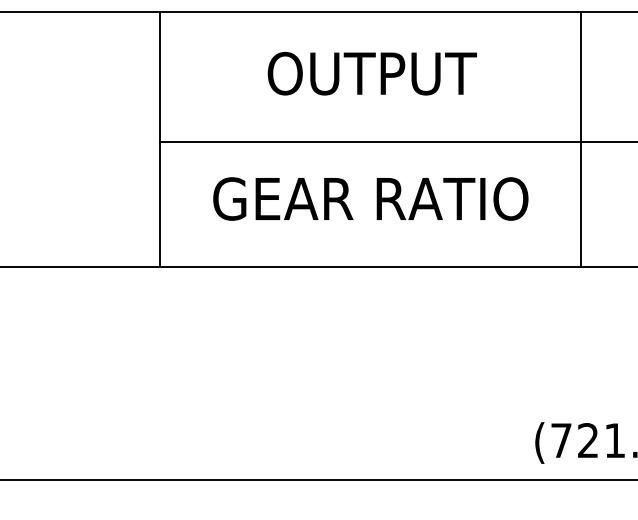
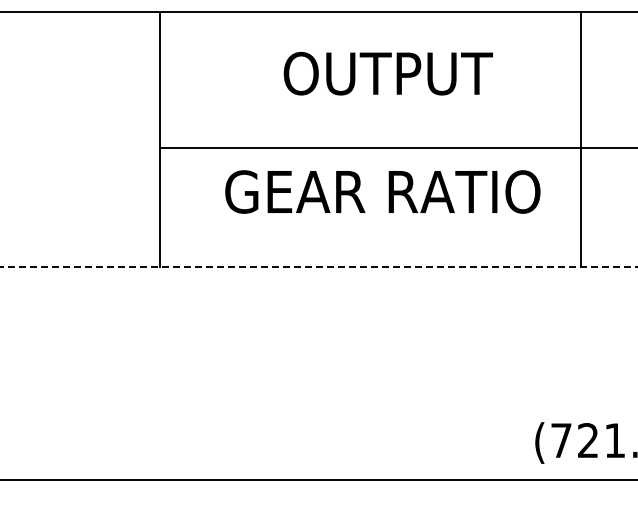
text at (371, 73) position: (371, 73) -> (387, 73)
line at (397, 141) position: (397, 141) -> (397, 147)
text at (370, 198) position: (370, 198) -> (382, 191)
line at (319, 266): solid -> dashed
